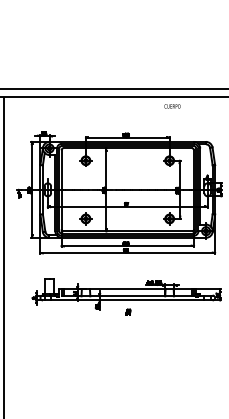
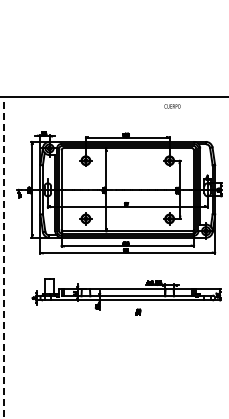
line at (113, 89): present -> none
line at (3, 257): solid -> dashed
part at (128, 311) position: (128, 311) -> (138, 311)
